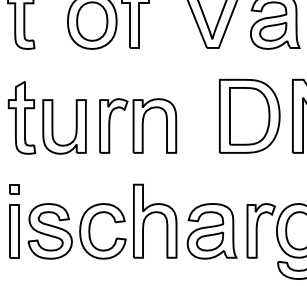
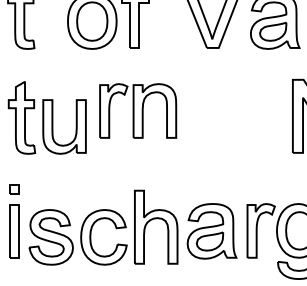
part at (249, 115): present -> none
part at (138, 125) position: (138, 125) -> (138, 110)
part at (102, 213) position: (102, 213) -> (103, 219)
